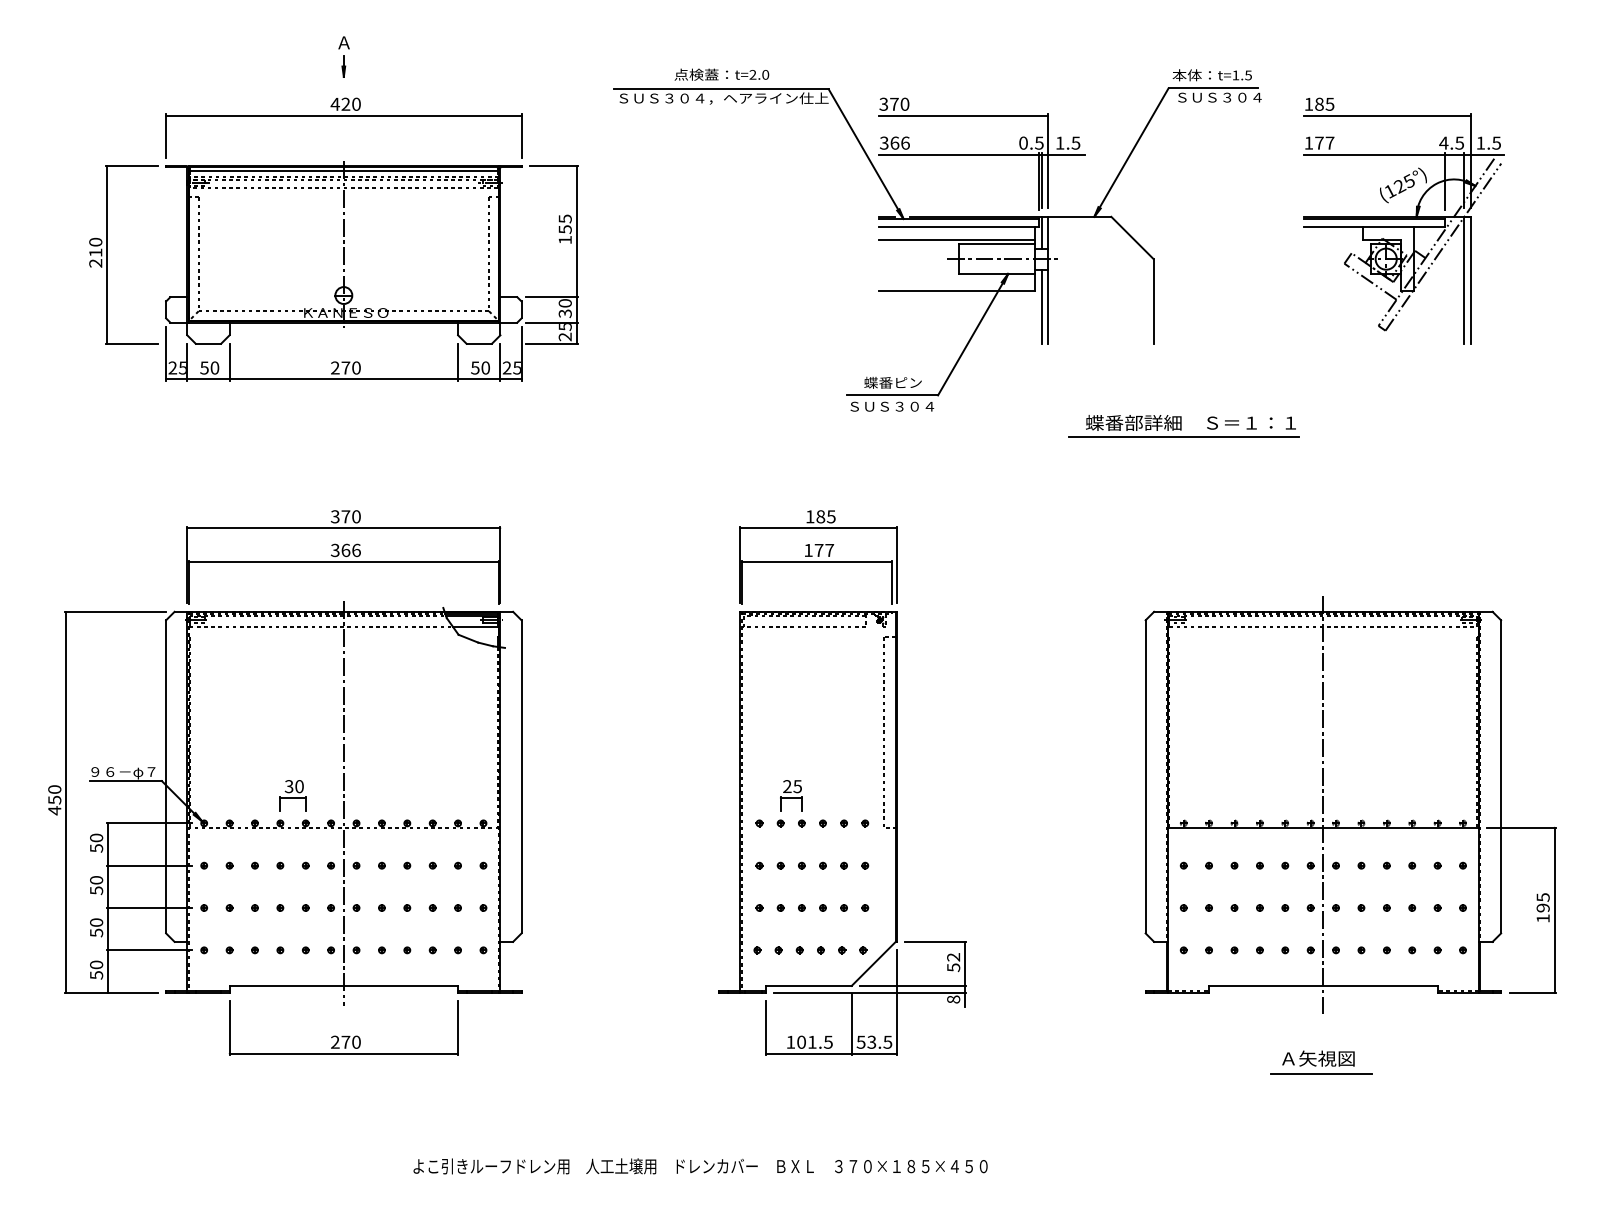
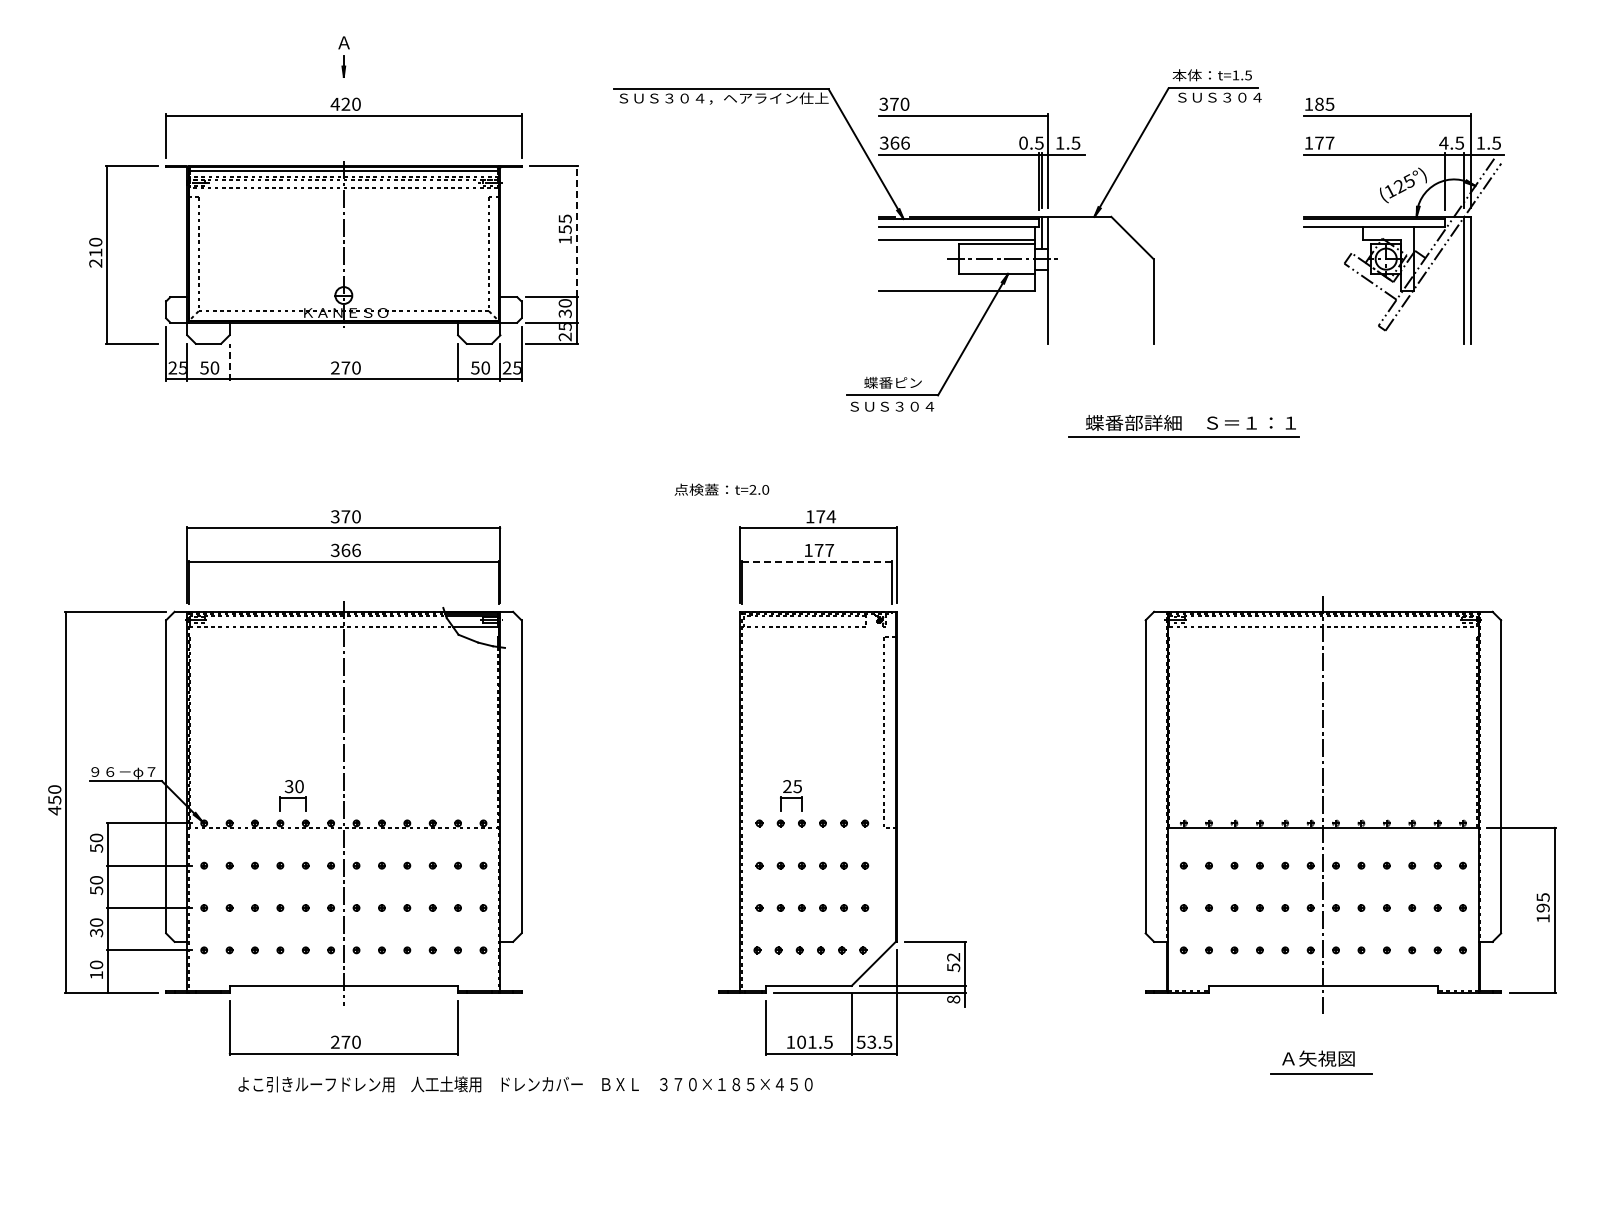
text at (721, 74) position: (721, 74) -> (721, 489)
line at (576, 231): solid -> dashed
line at (1041, 306): present -> none
line at (229, 361): solid -> dashed
text at (826, 516): 185 -> 174
line at (817, 561): solid -> dashed
text at (96, 932): 50 -> 30
text at (96, 975): 50 -> 10
text at (700, 1166) position: (700, 1166) -> (525, 1084)
